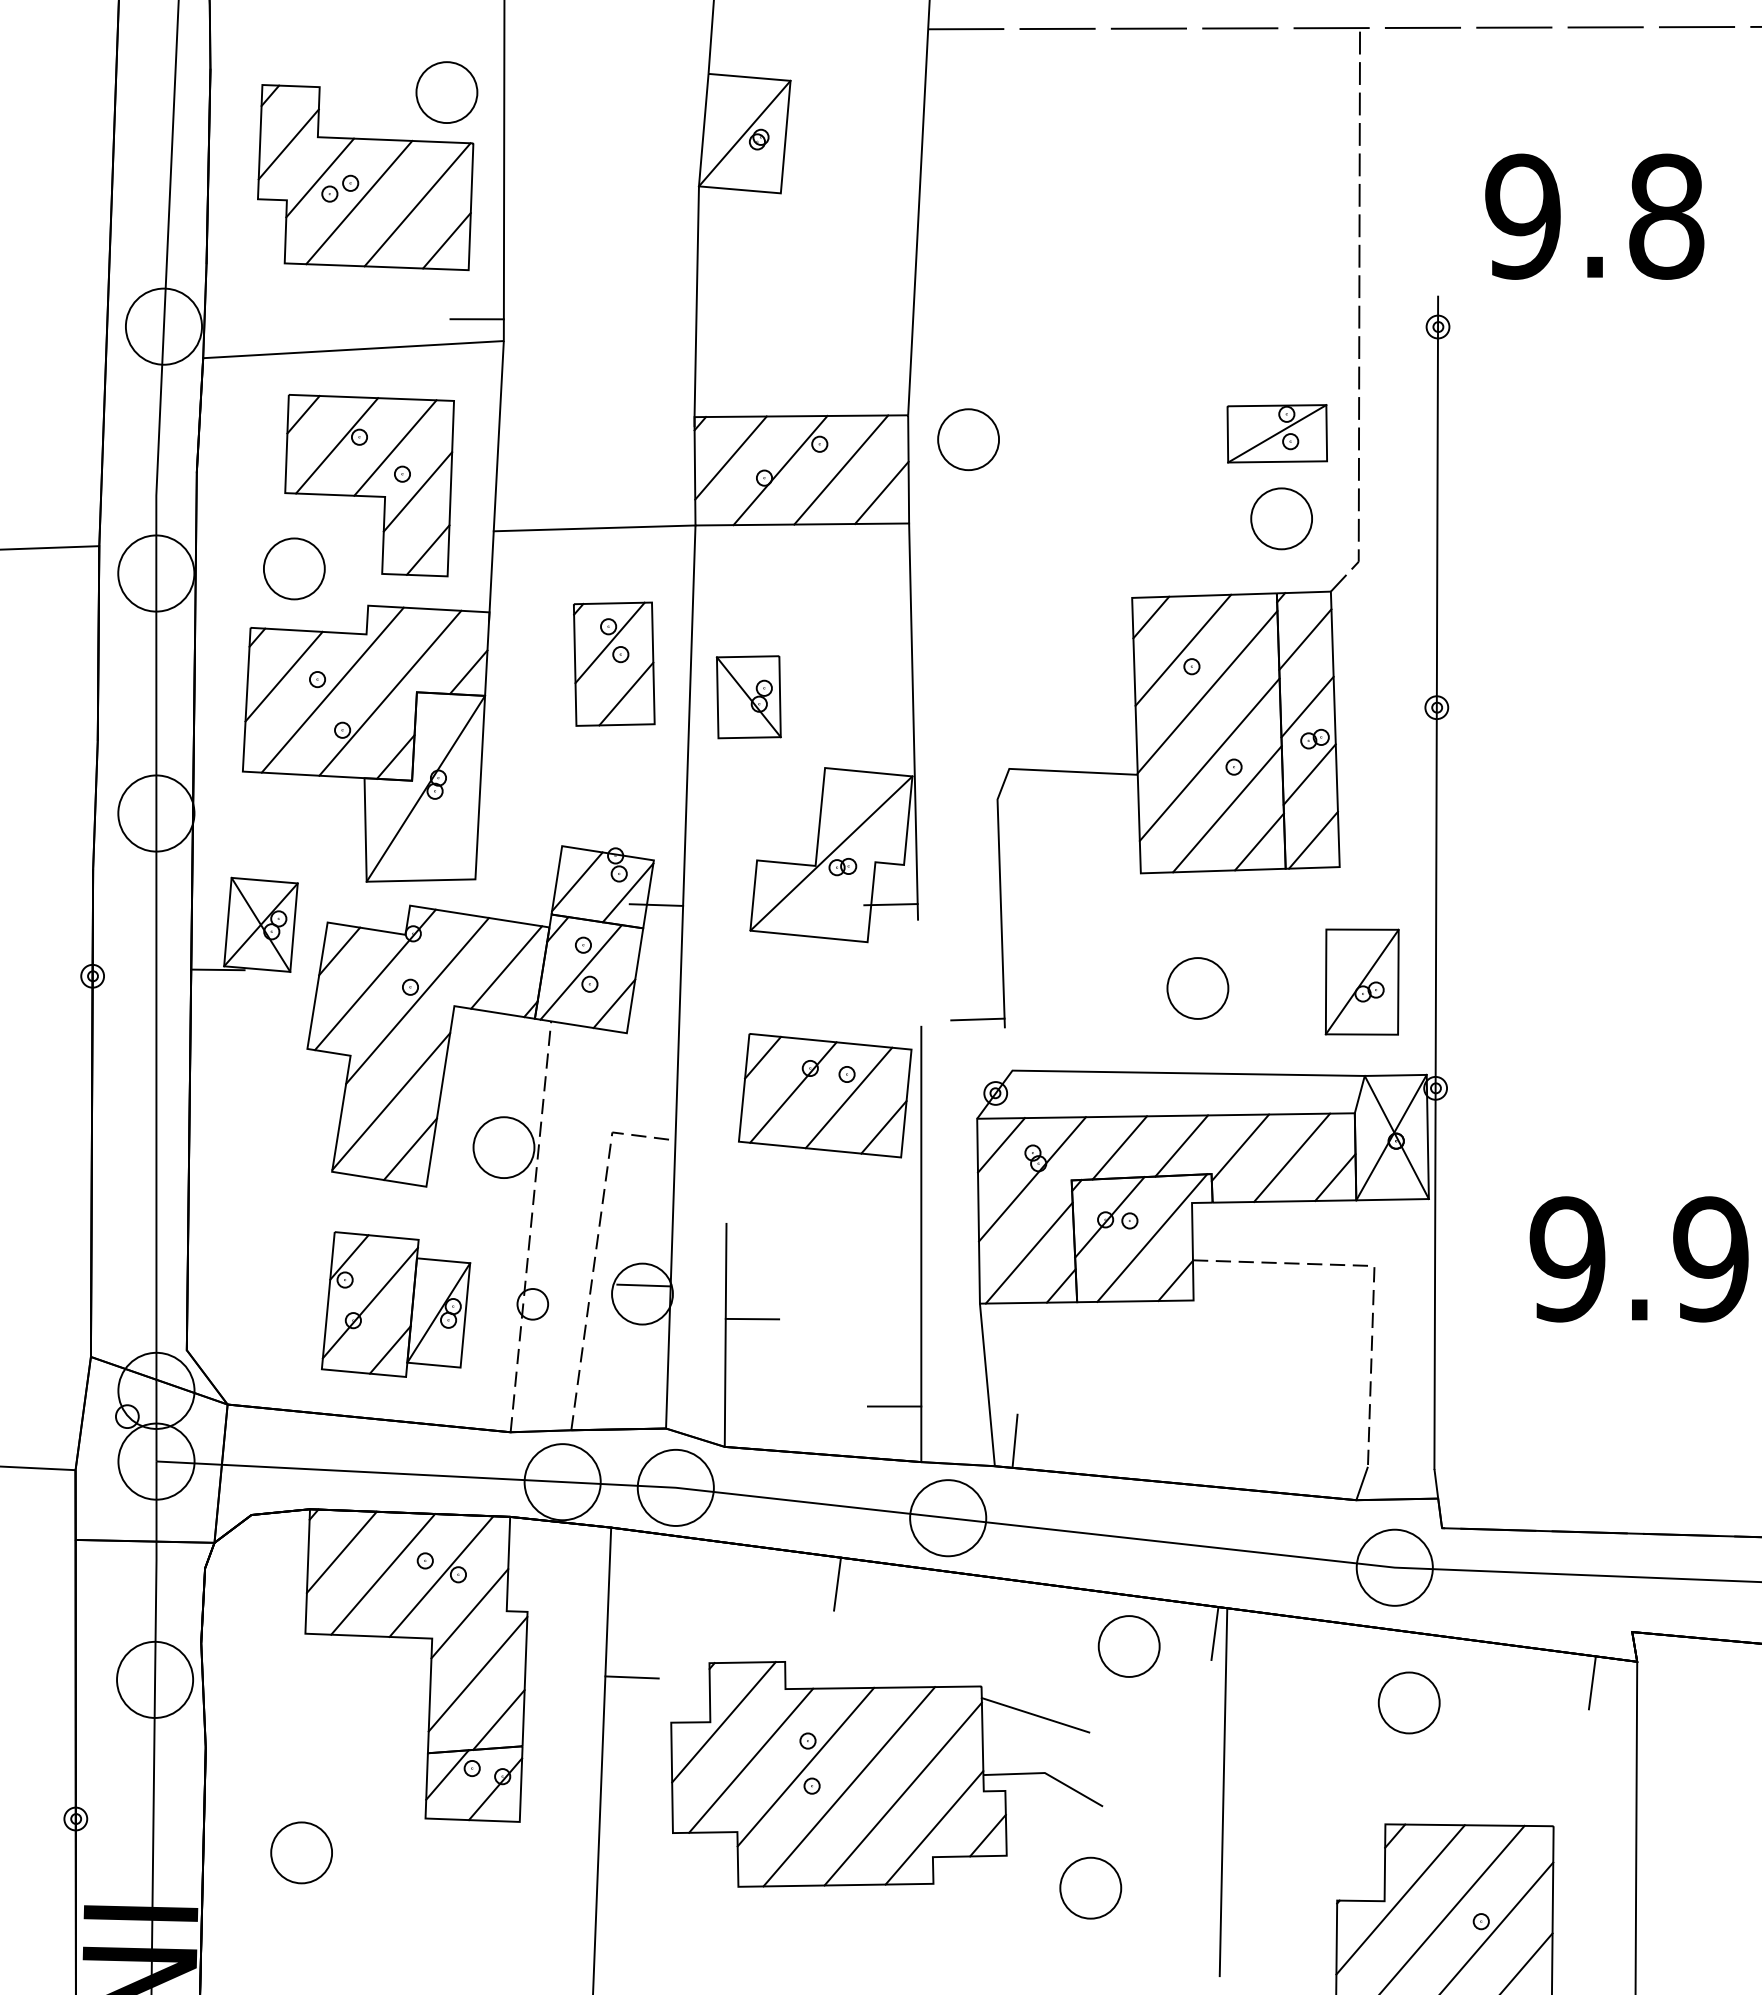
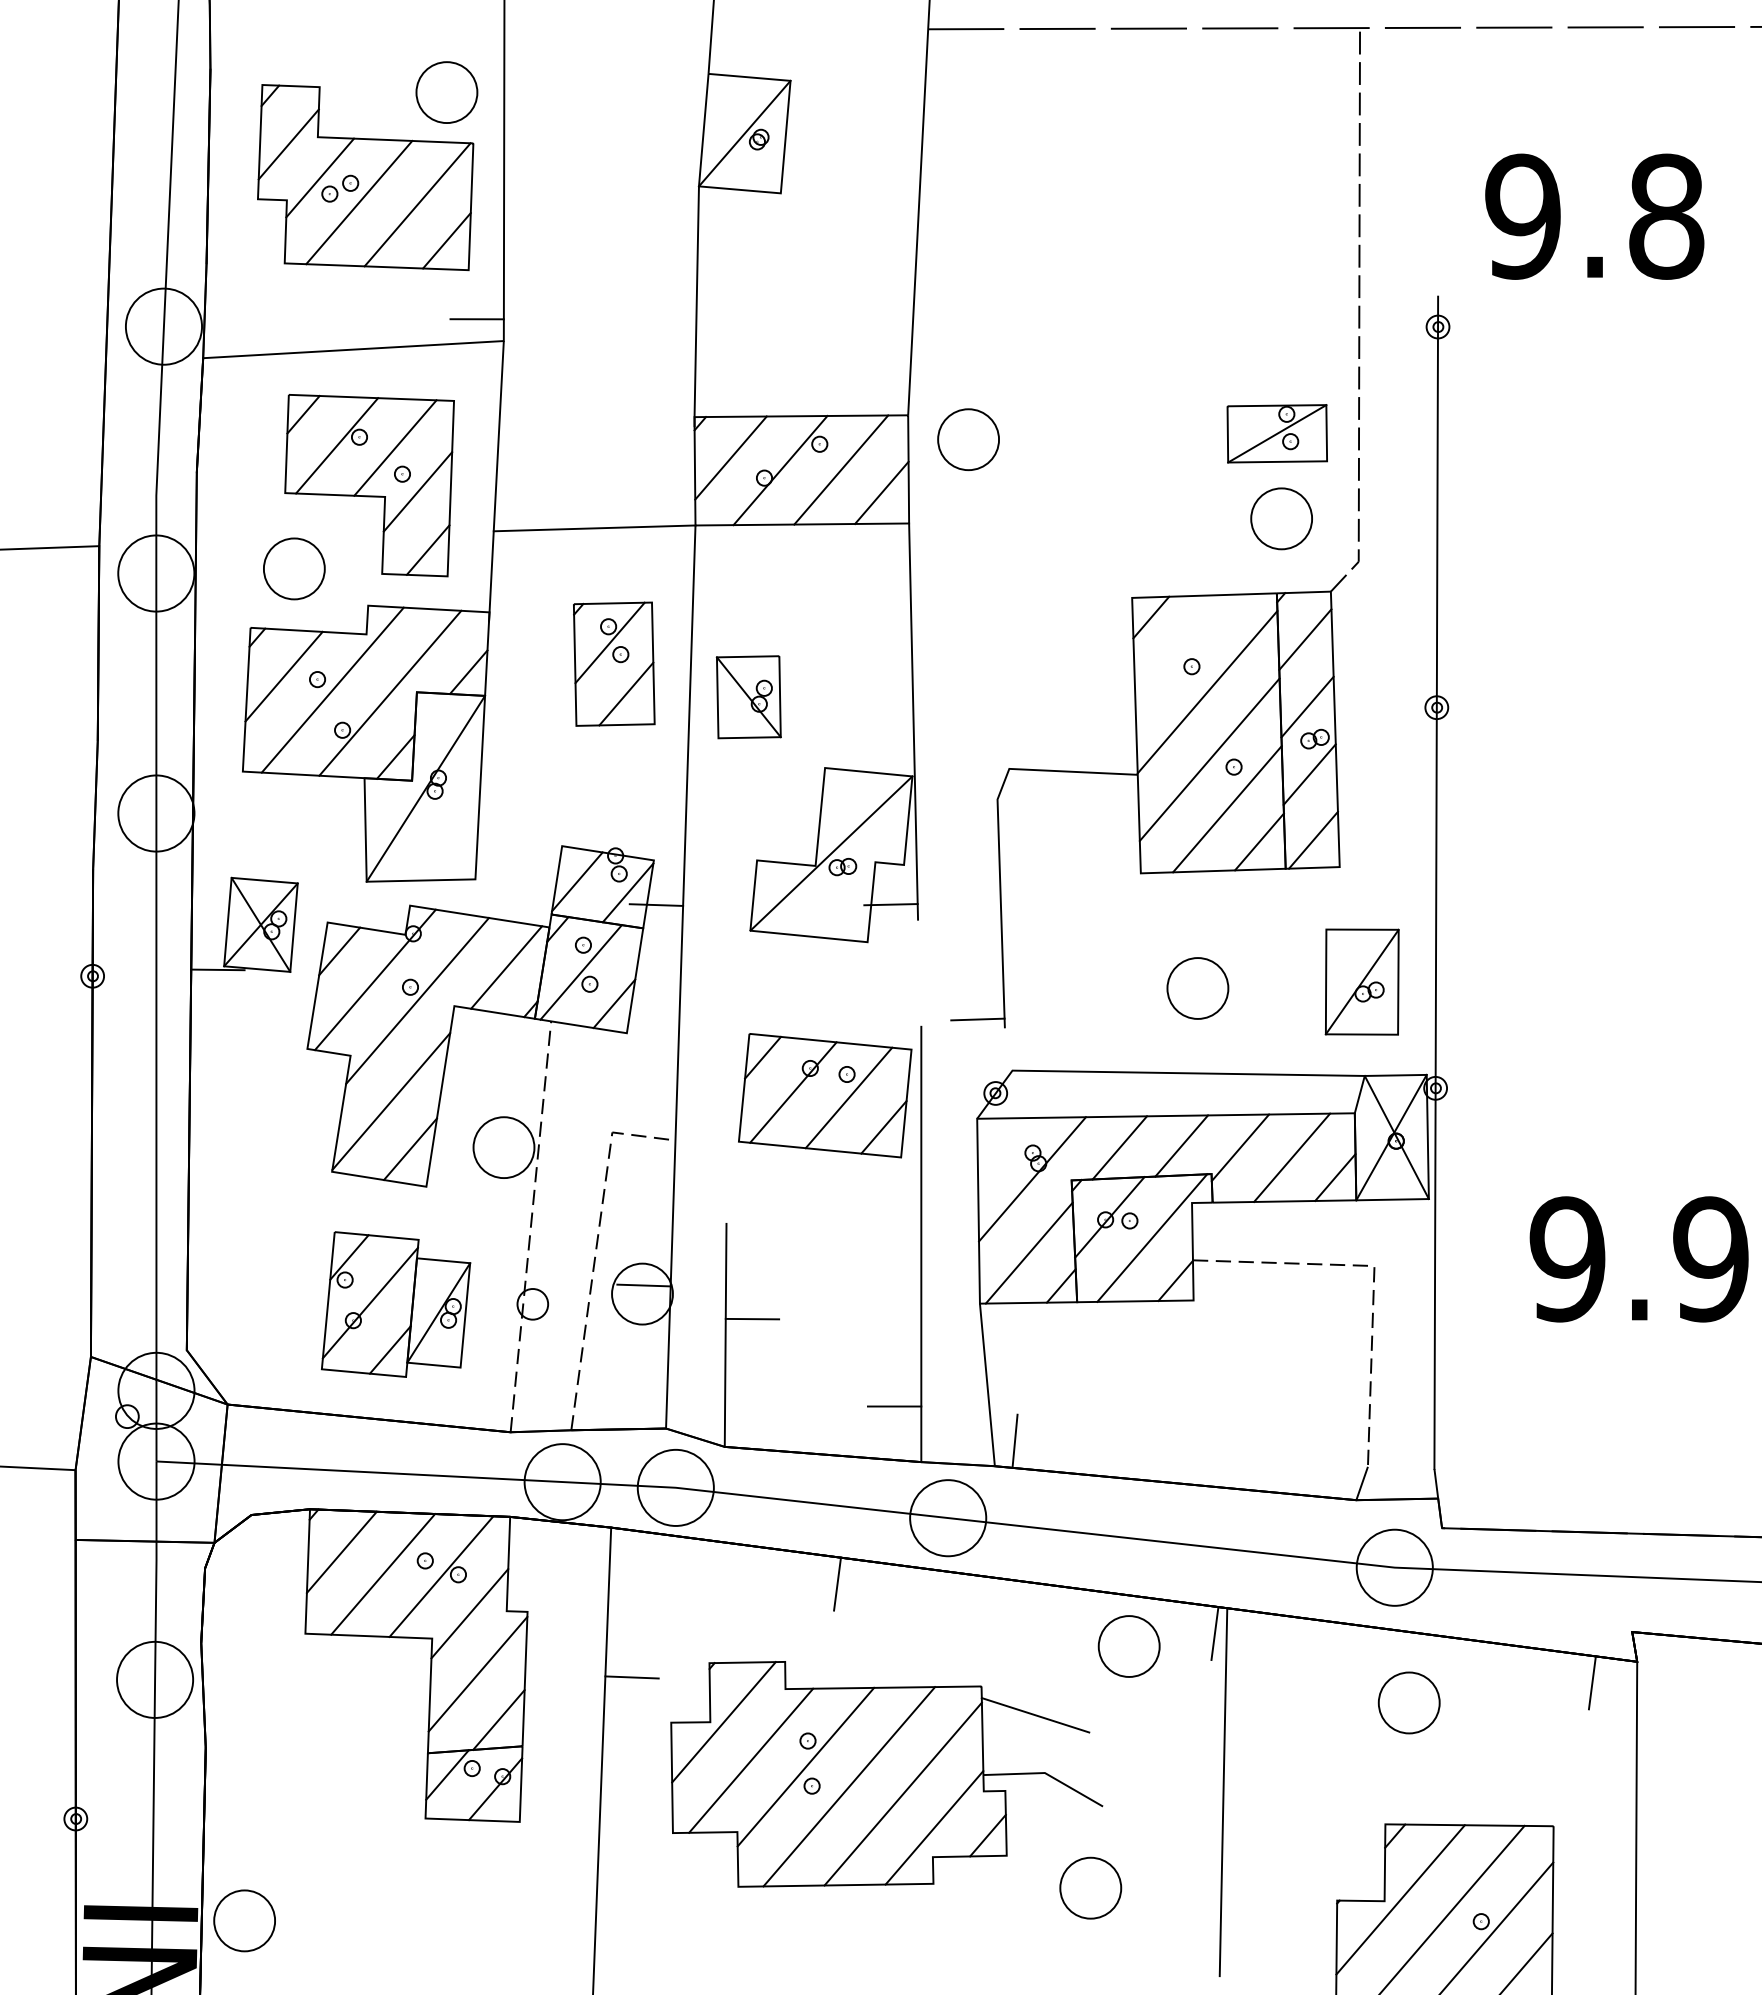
line at (1183, 649): present -> none
line at (1001, 1145): present -> none
part at (301, 1852) position: (301, 1852) -> (244, 1920)
